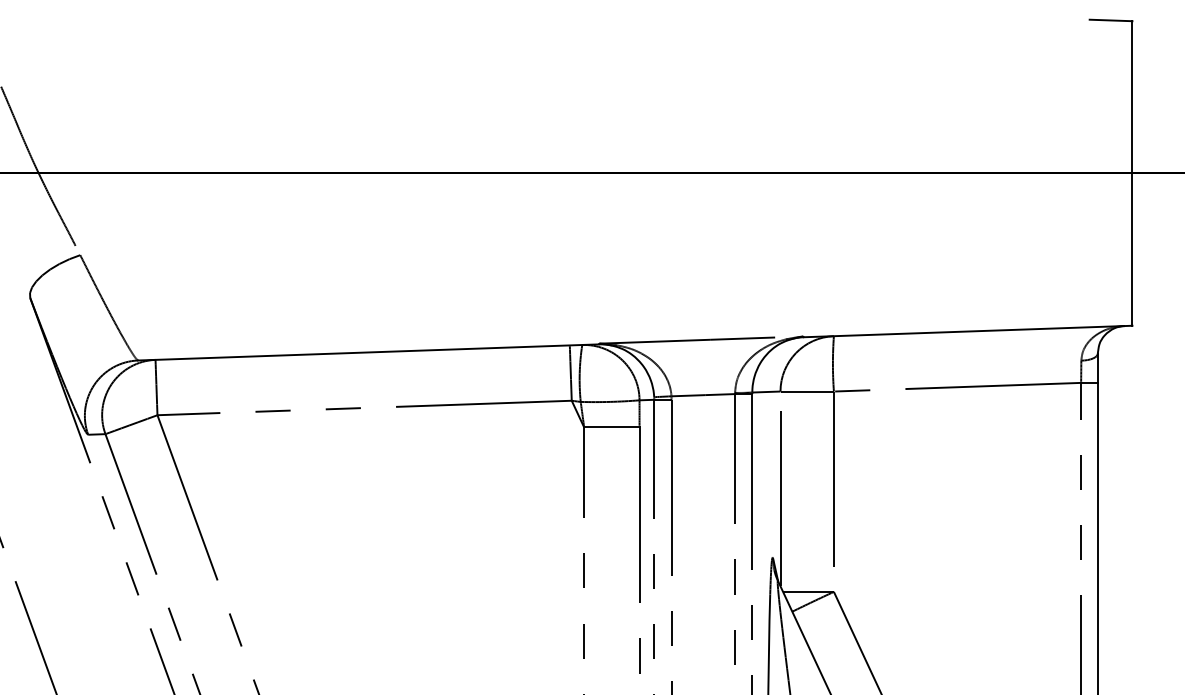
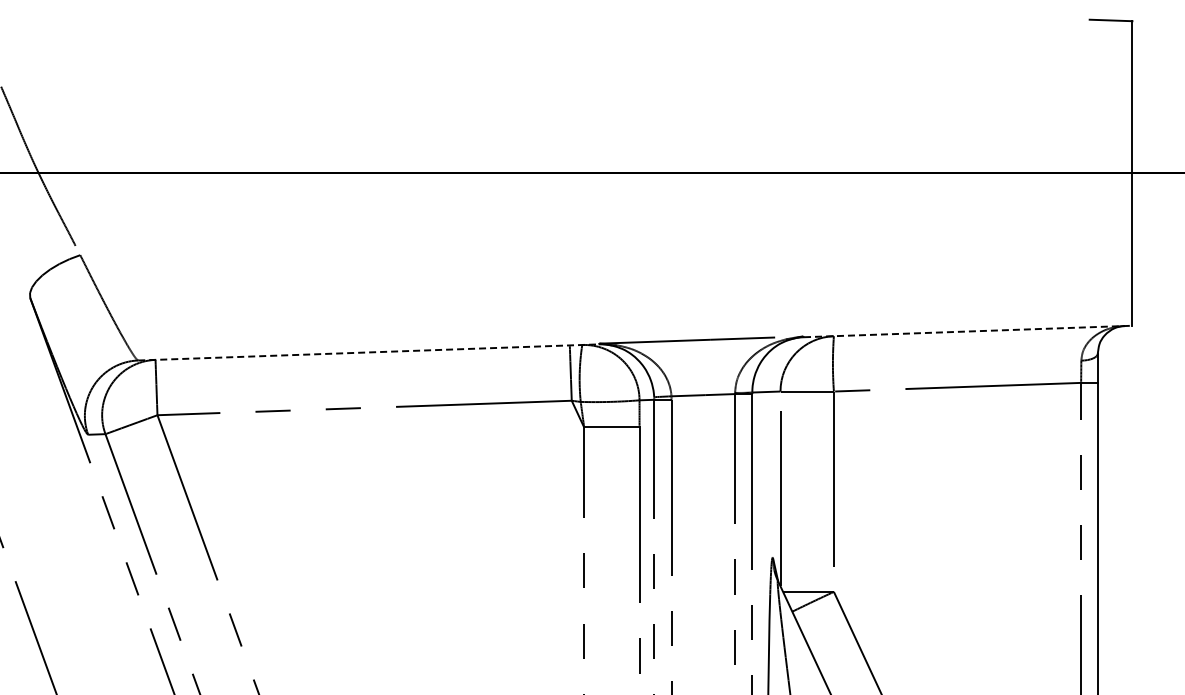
line at (968, 331): solid -> dashed
line at (368, 352): solid -> dashed
